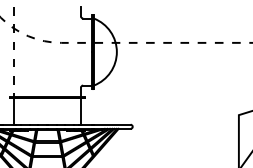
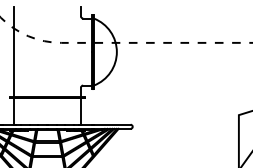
line at (13, 52): dashed -> solid
